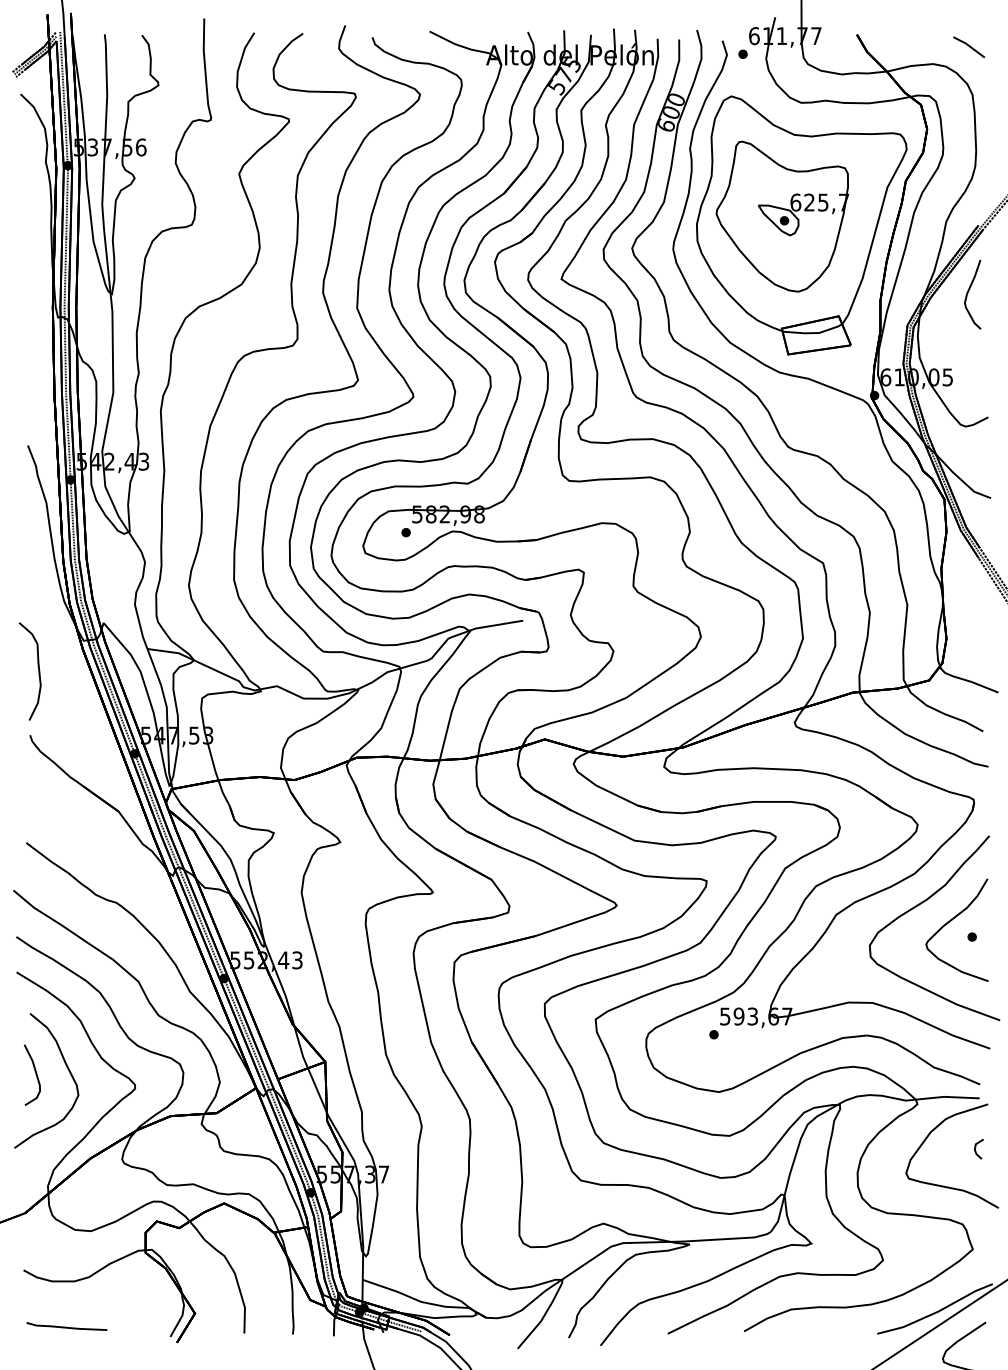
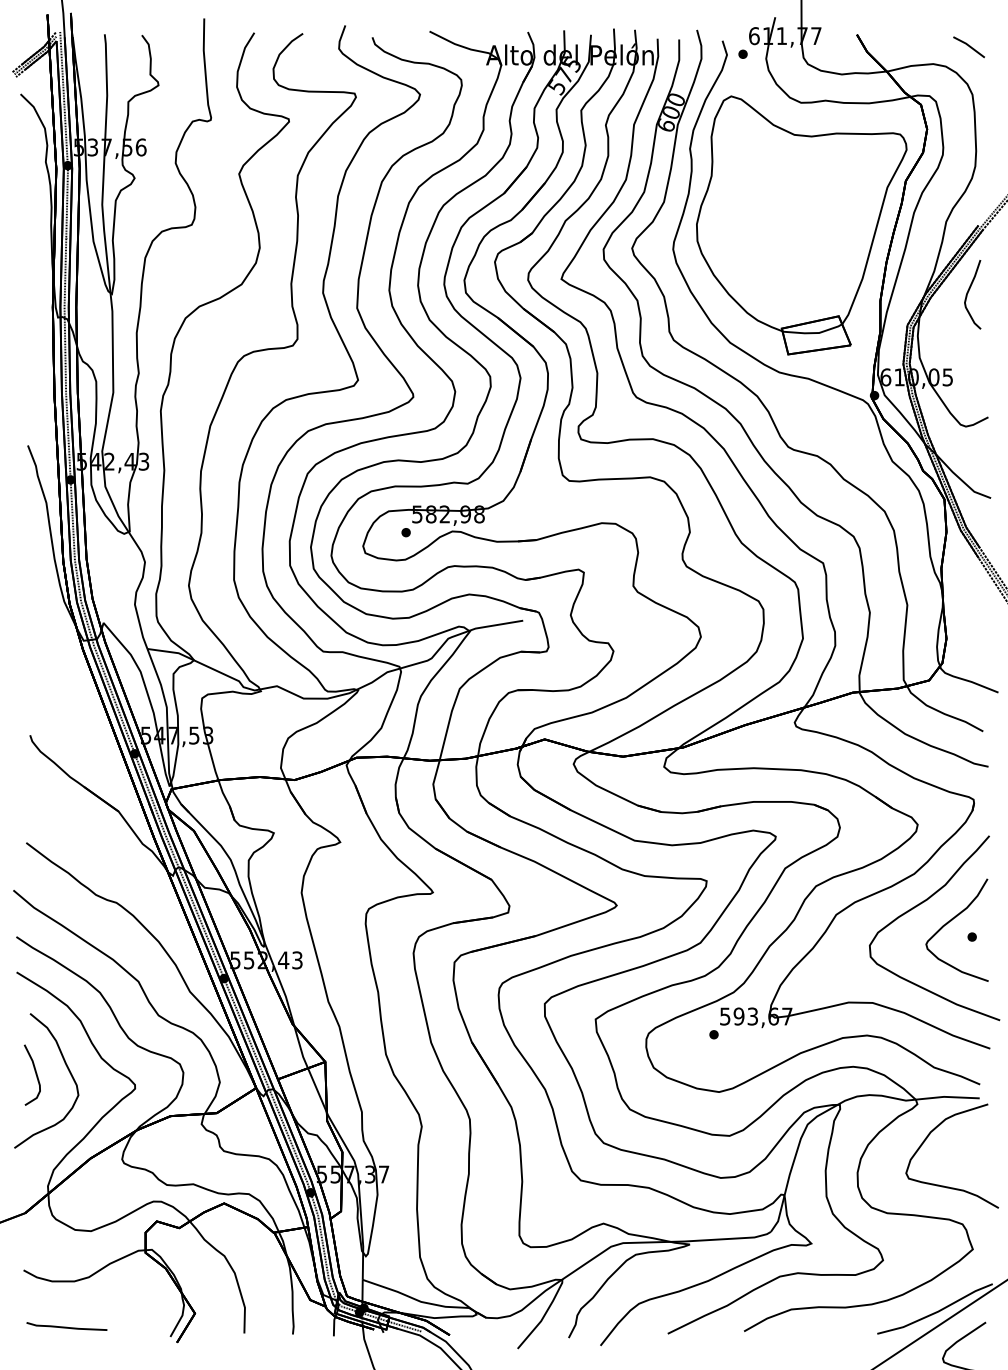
part at (782, 216): present -> none
curve at (38, 671): present -> none
line at (976, 1147): present -> none
